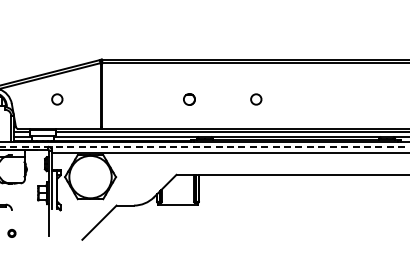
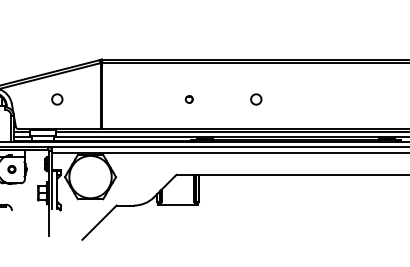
part at (189, 99) size: 13x13 px -> 10x9 px
line at (204, 146): dashed -> solid
part at (11, 233) position: (11, 233) -> (11, 169)
